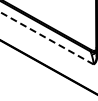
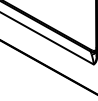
line at (46, 38): dashed -> solid
